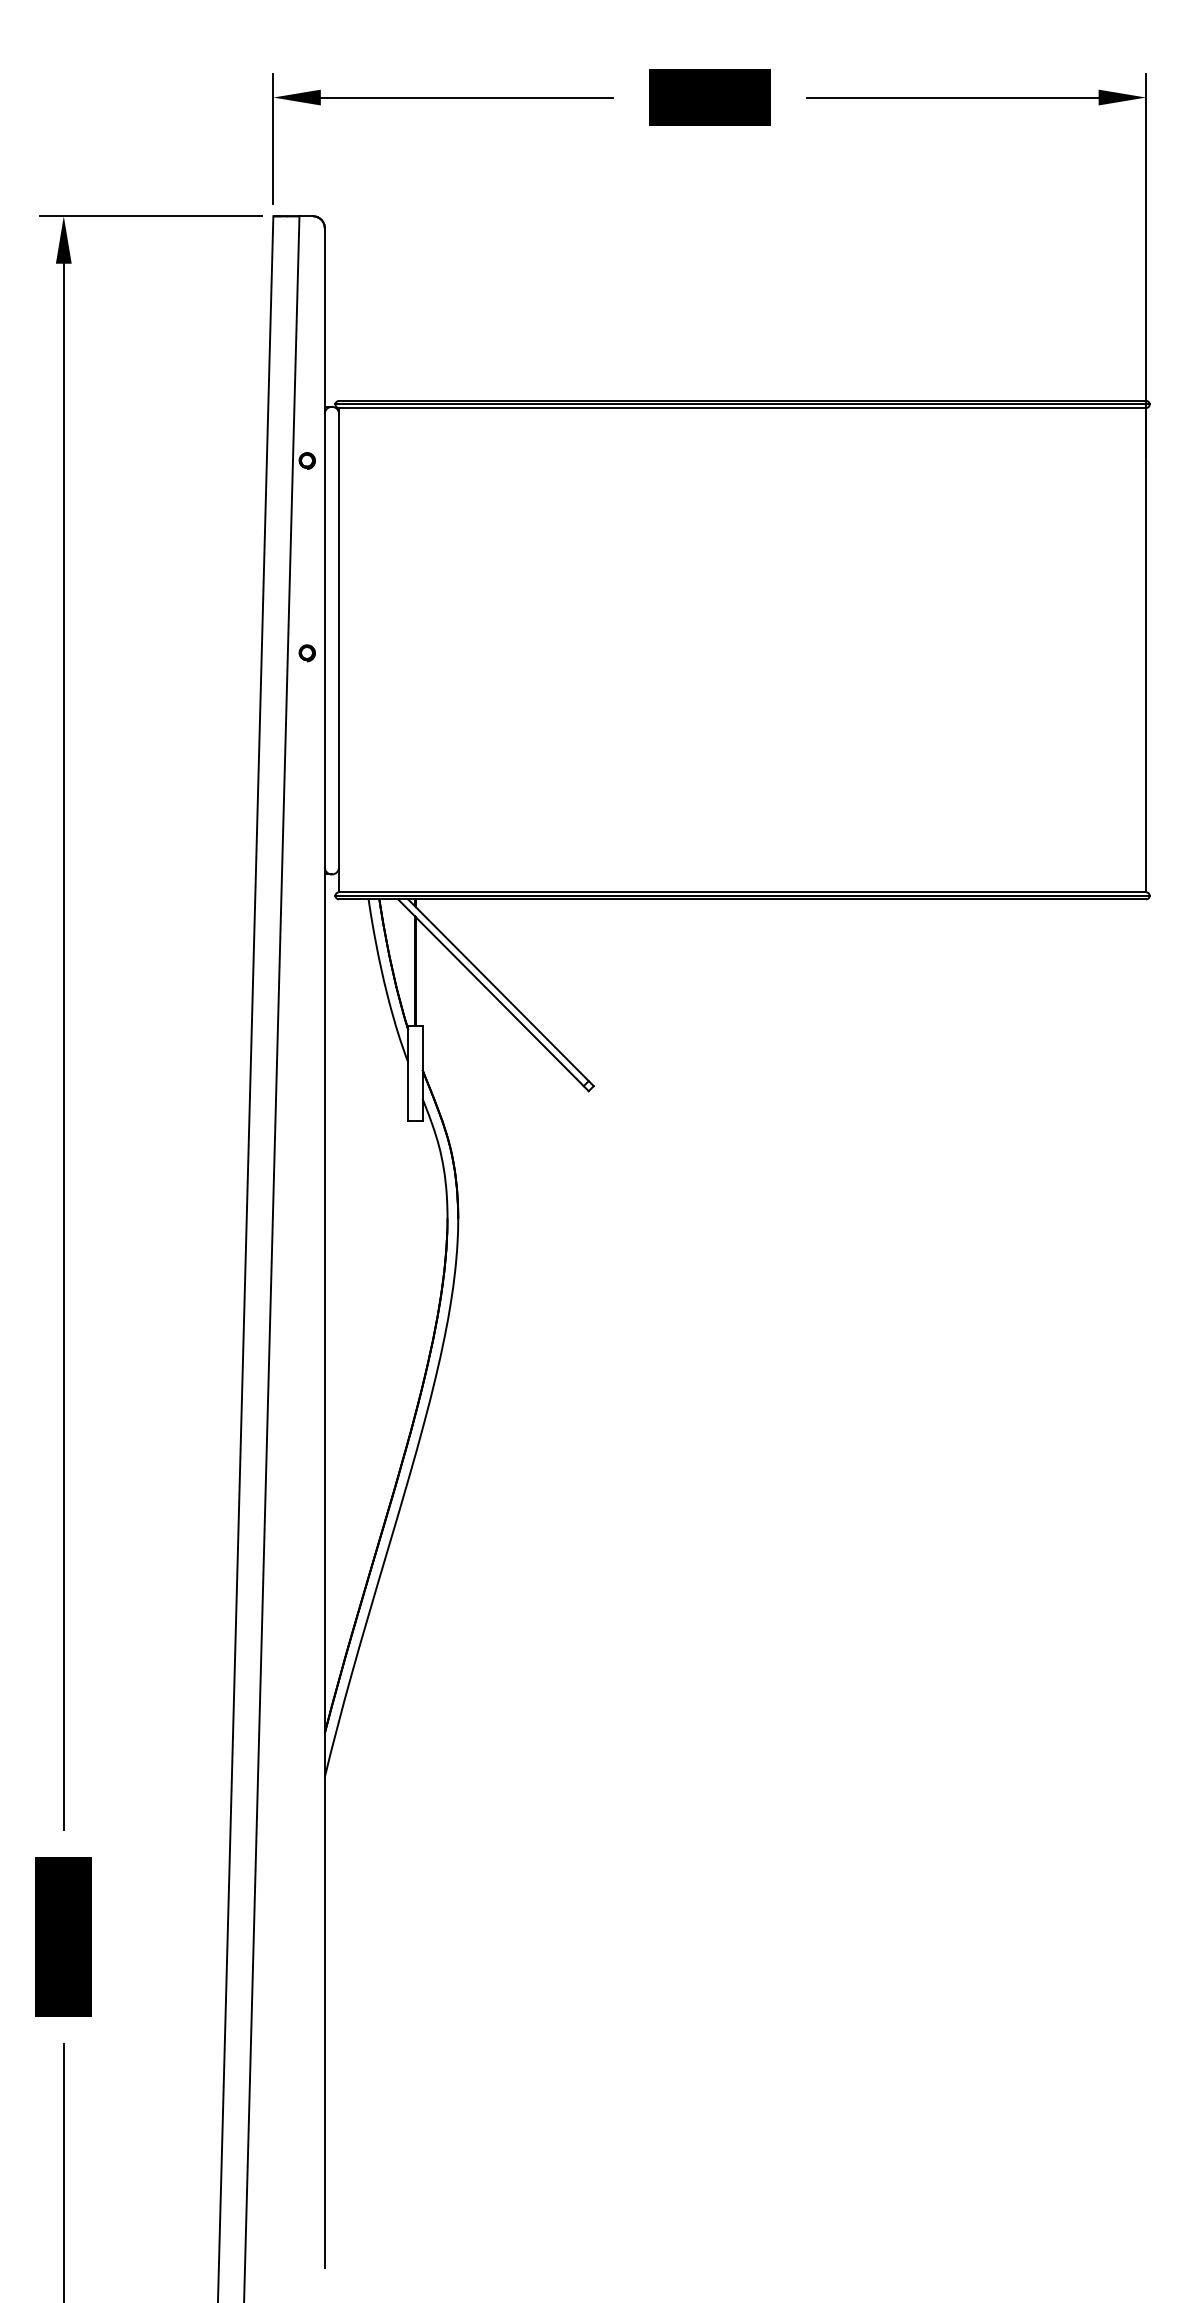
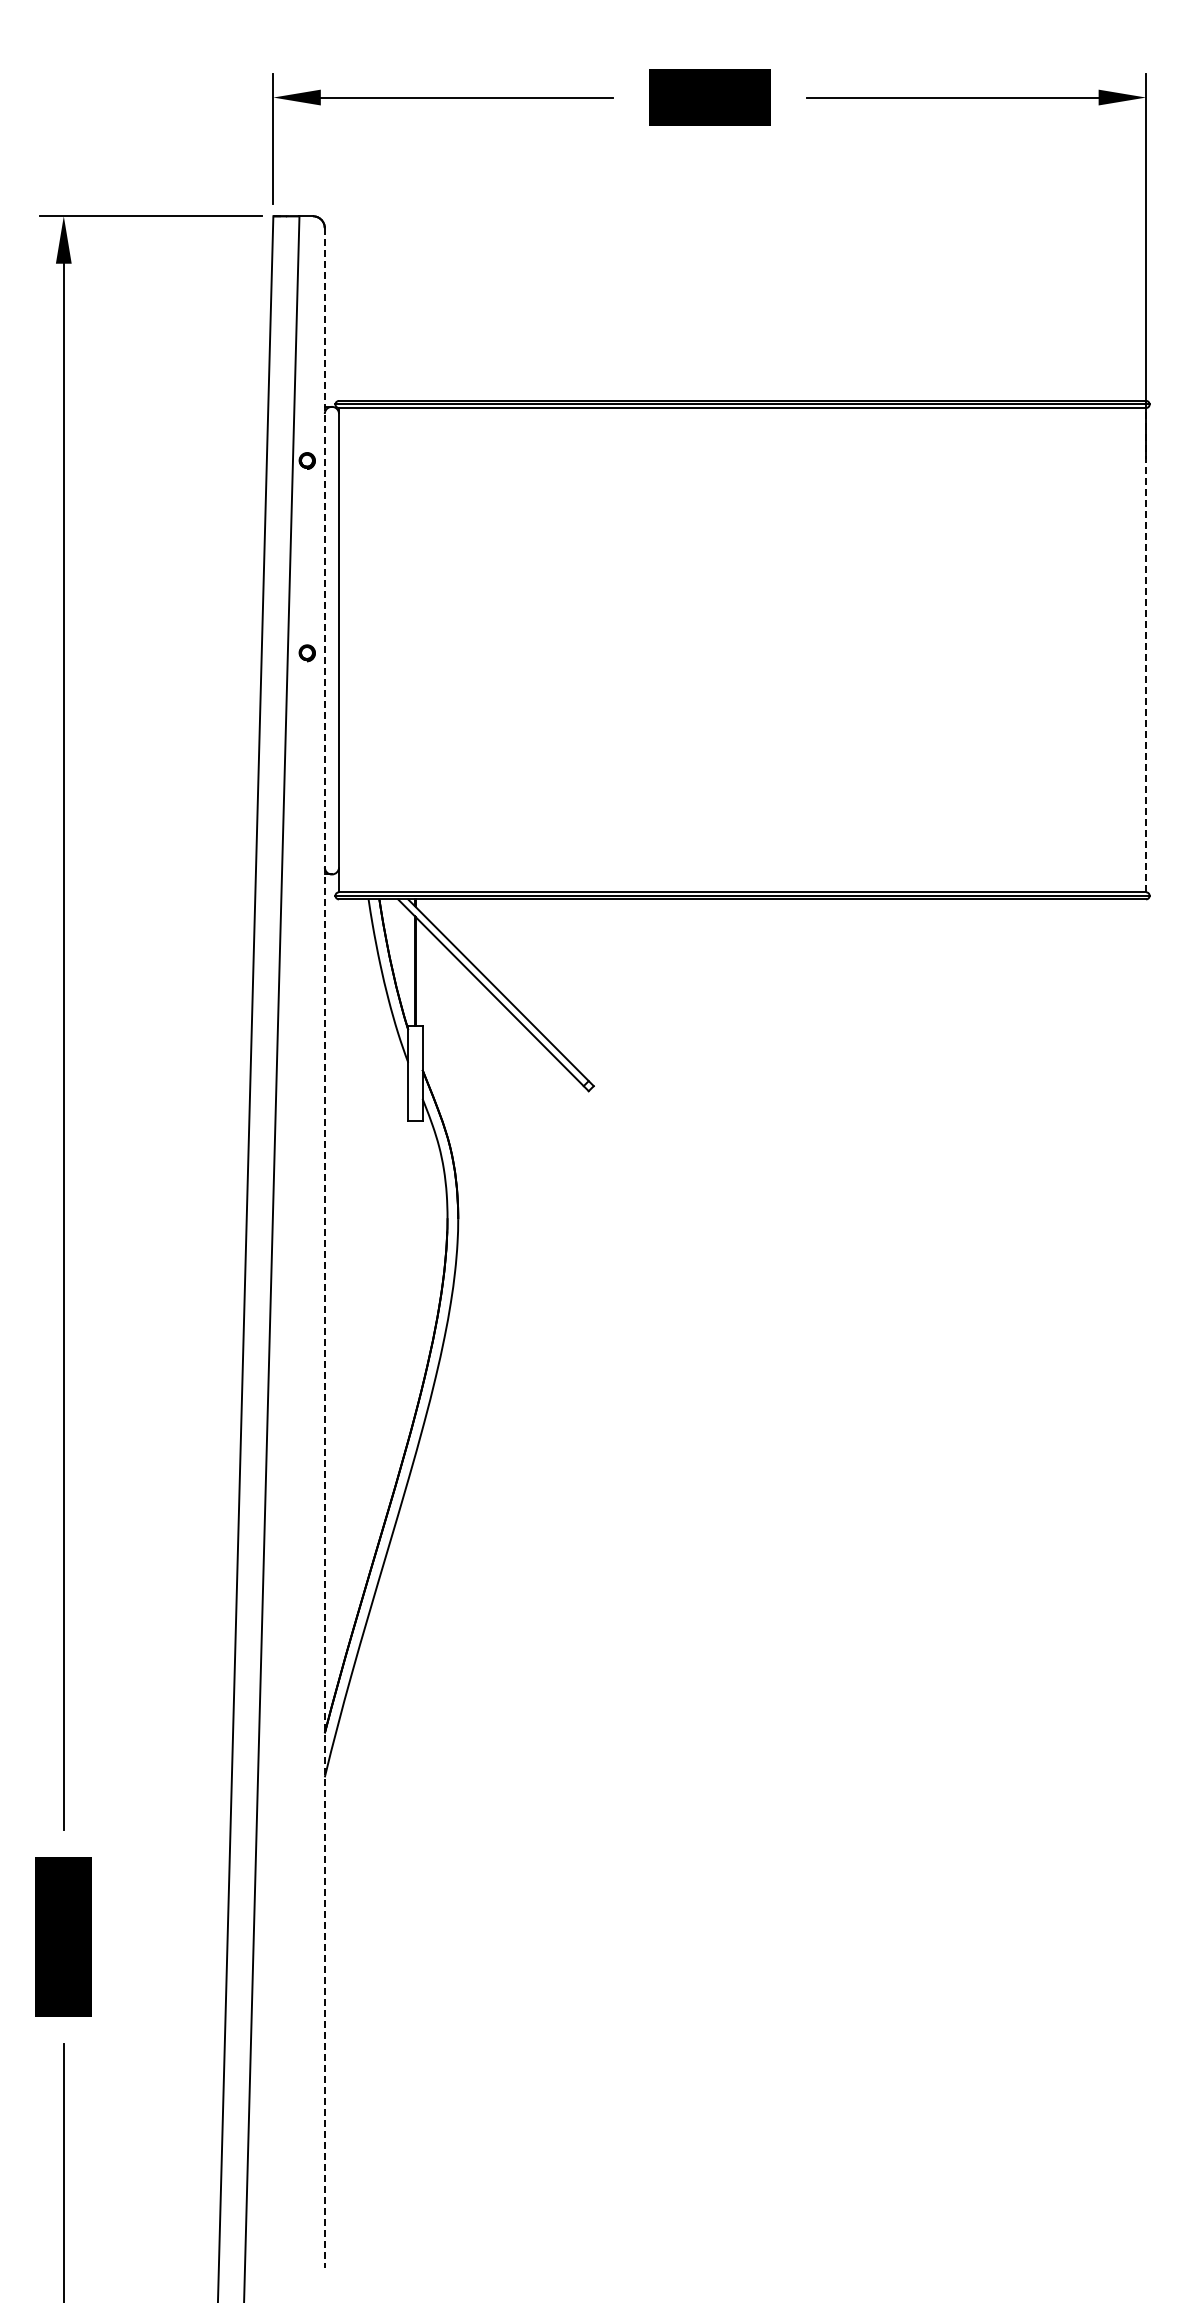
line at (1146, 649): solid -> dashed
line at (324, 1248): solid -> dashed
